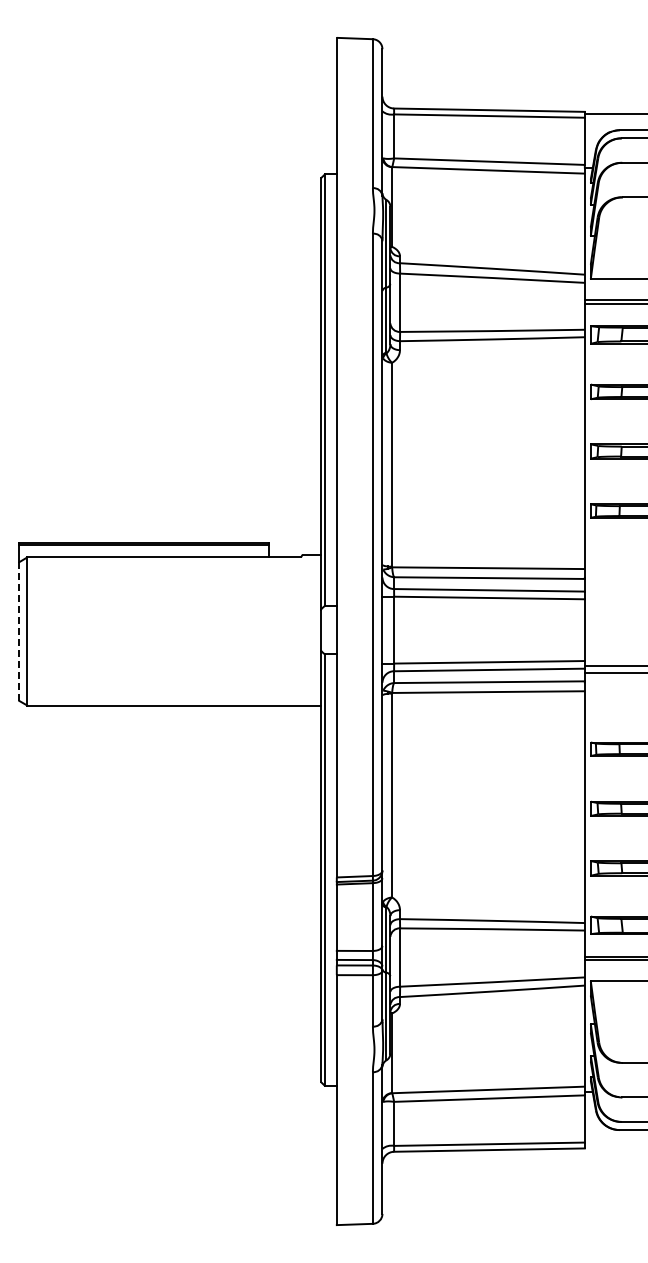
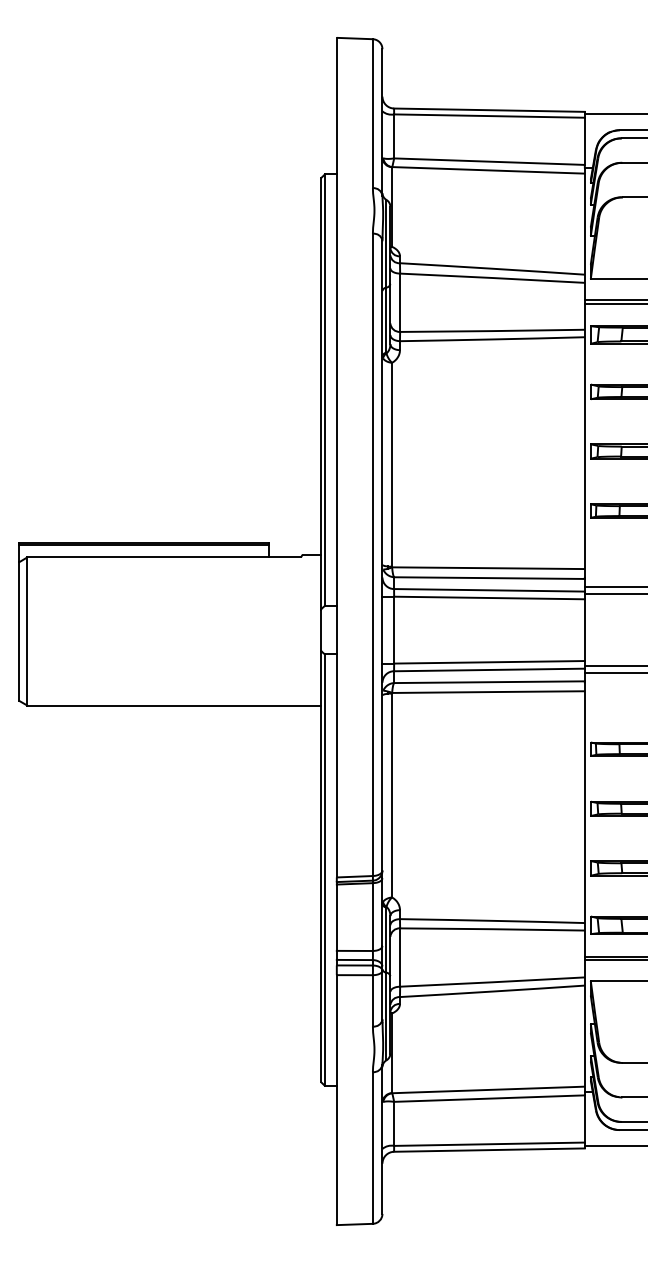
line at (614, 587): none -> present
line at (614, 594): none -> present
line at (19, 631): dashed -> solid
line at (614, 1146): none -> present
